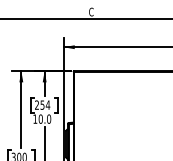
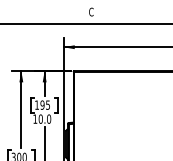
line at (85, 19) position: (85, 19) -> (85, 24)
text at (42, 104): 254 -> 195
